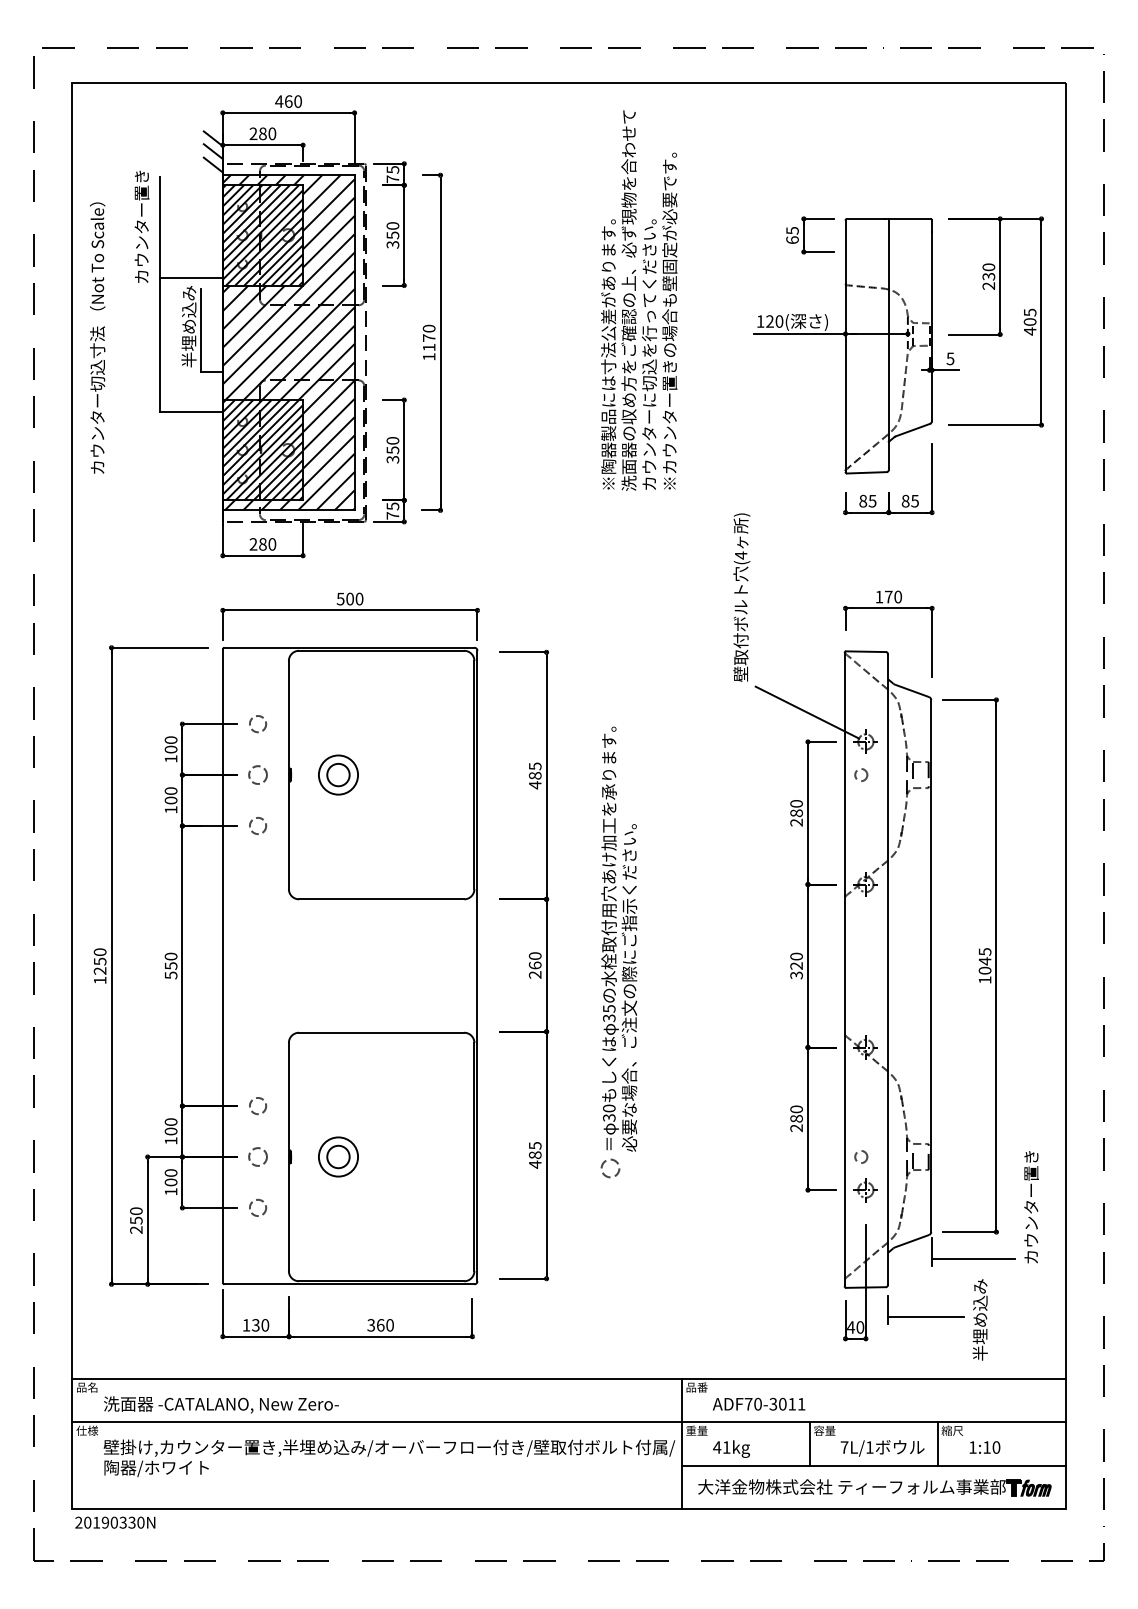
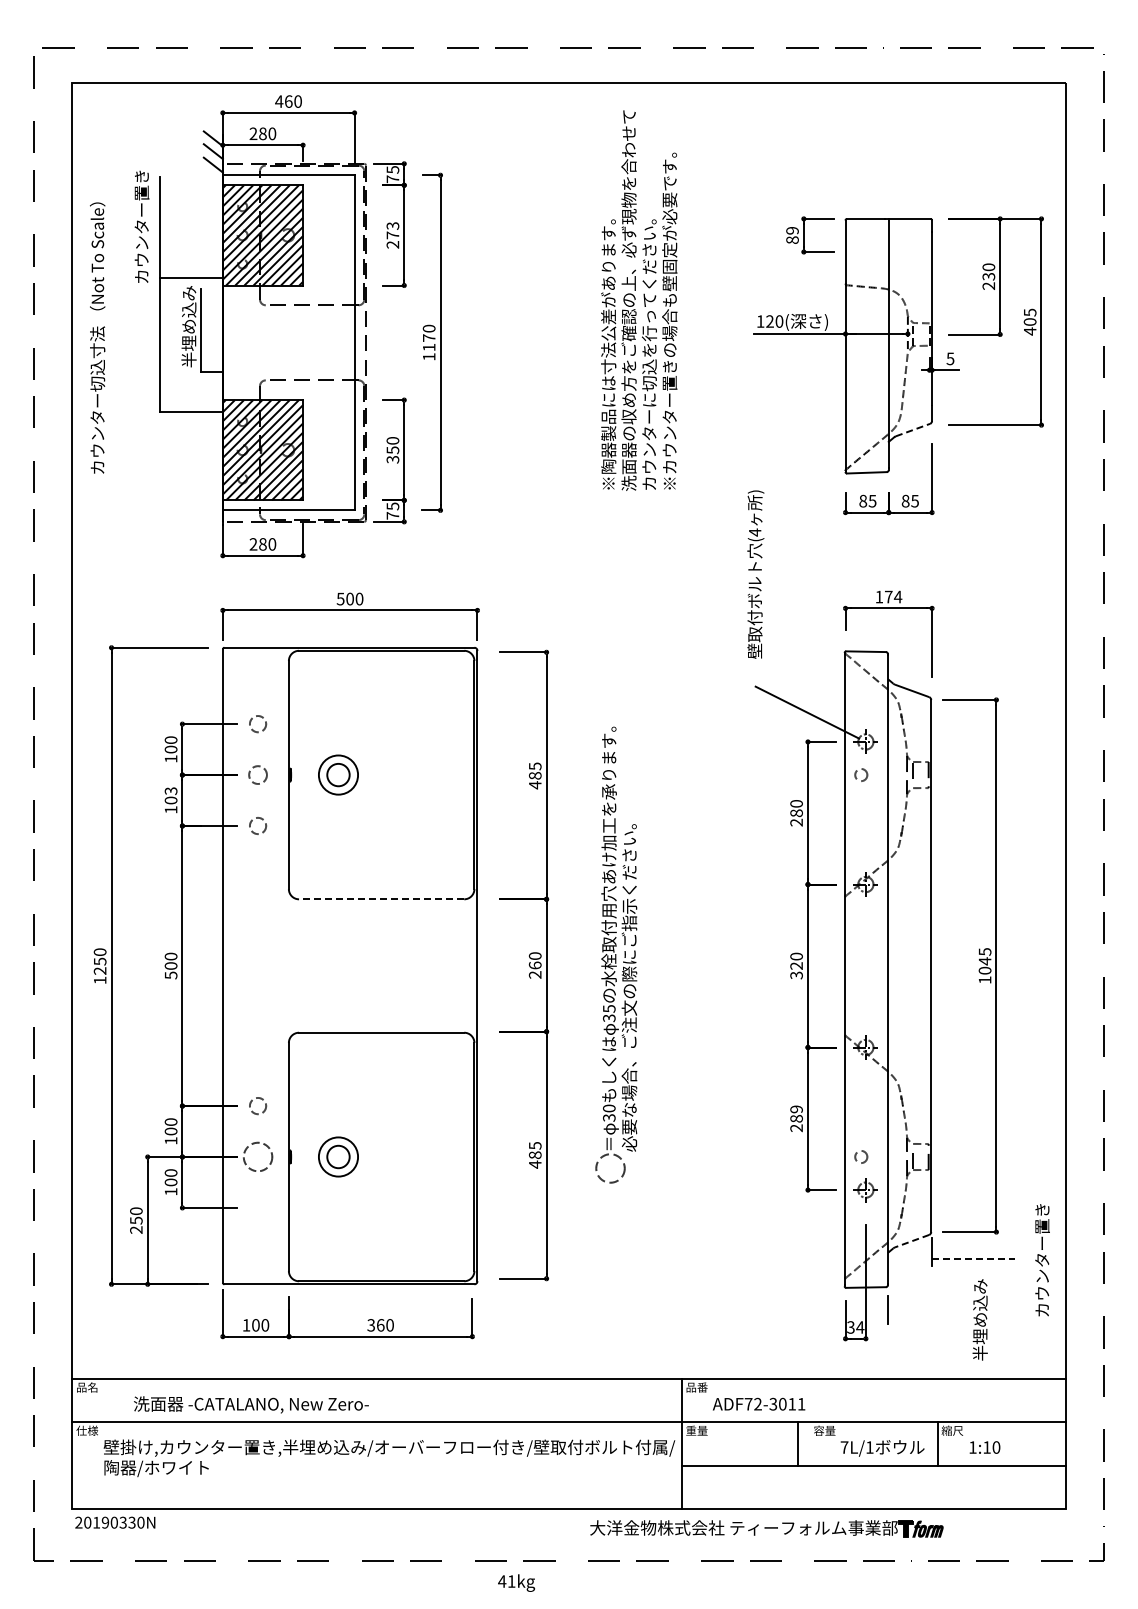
text at (392, 235): 350 -> 273
text at (792, 235): 65 -> 89
hatch at (288, 342): present -> none
line at (913, 429): solid -> dashed
text at (897, 596): 170 -> 174
text at (741, 597) position: (741, 597) -> (755, 574)
text at (170, 791): 100 -> 103
line at (381, 899): solid -> dashed
text at (170, 965): 550 -> 500
text at (796, 1109): 280 -> 289
circle at (257, 1156) diameter: 18 px -> 29 px
circle at (610, 1168) diameter: 18 px -> 29 px
circle at (258, 1207): present -> none
text at (1031, 1207) position: (1031, 1207) -> (1042, 1260)
line at (911, 1241): solid -> dashed
line at (973, 1259): solid -> dashed
line at (925, 1317): present -> none
text at (255, 1325): 130 -> 100
text at (855, 1327): 40 -> 34
text at (221, 1404) position: (221, 1404) -> (251, 1404)
text at (757, 1404): ADF70-3011 -> ADF72-3011
line at (809, 1443) position: (809, 1443) -> (797, 1443)
text at (731, 1448) position: (731, 1448) -> (516, 1582)
part at (874, 1487) position: (874, 1487) -> (766, 1528)
